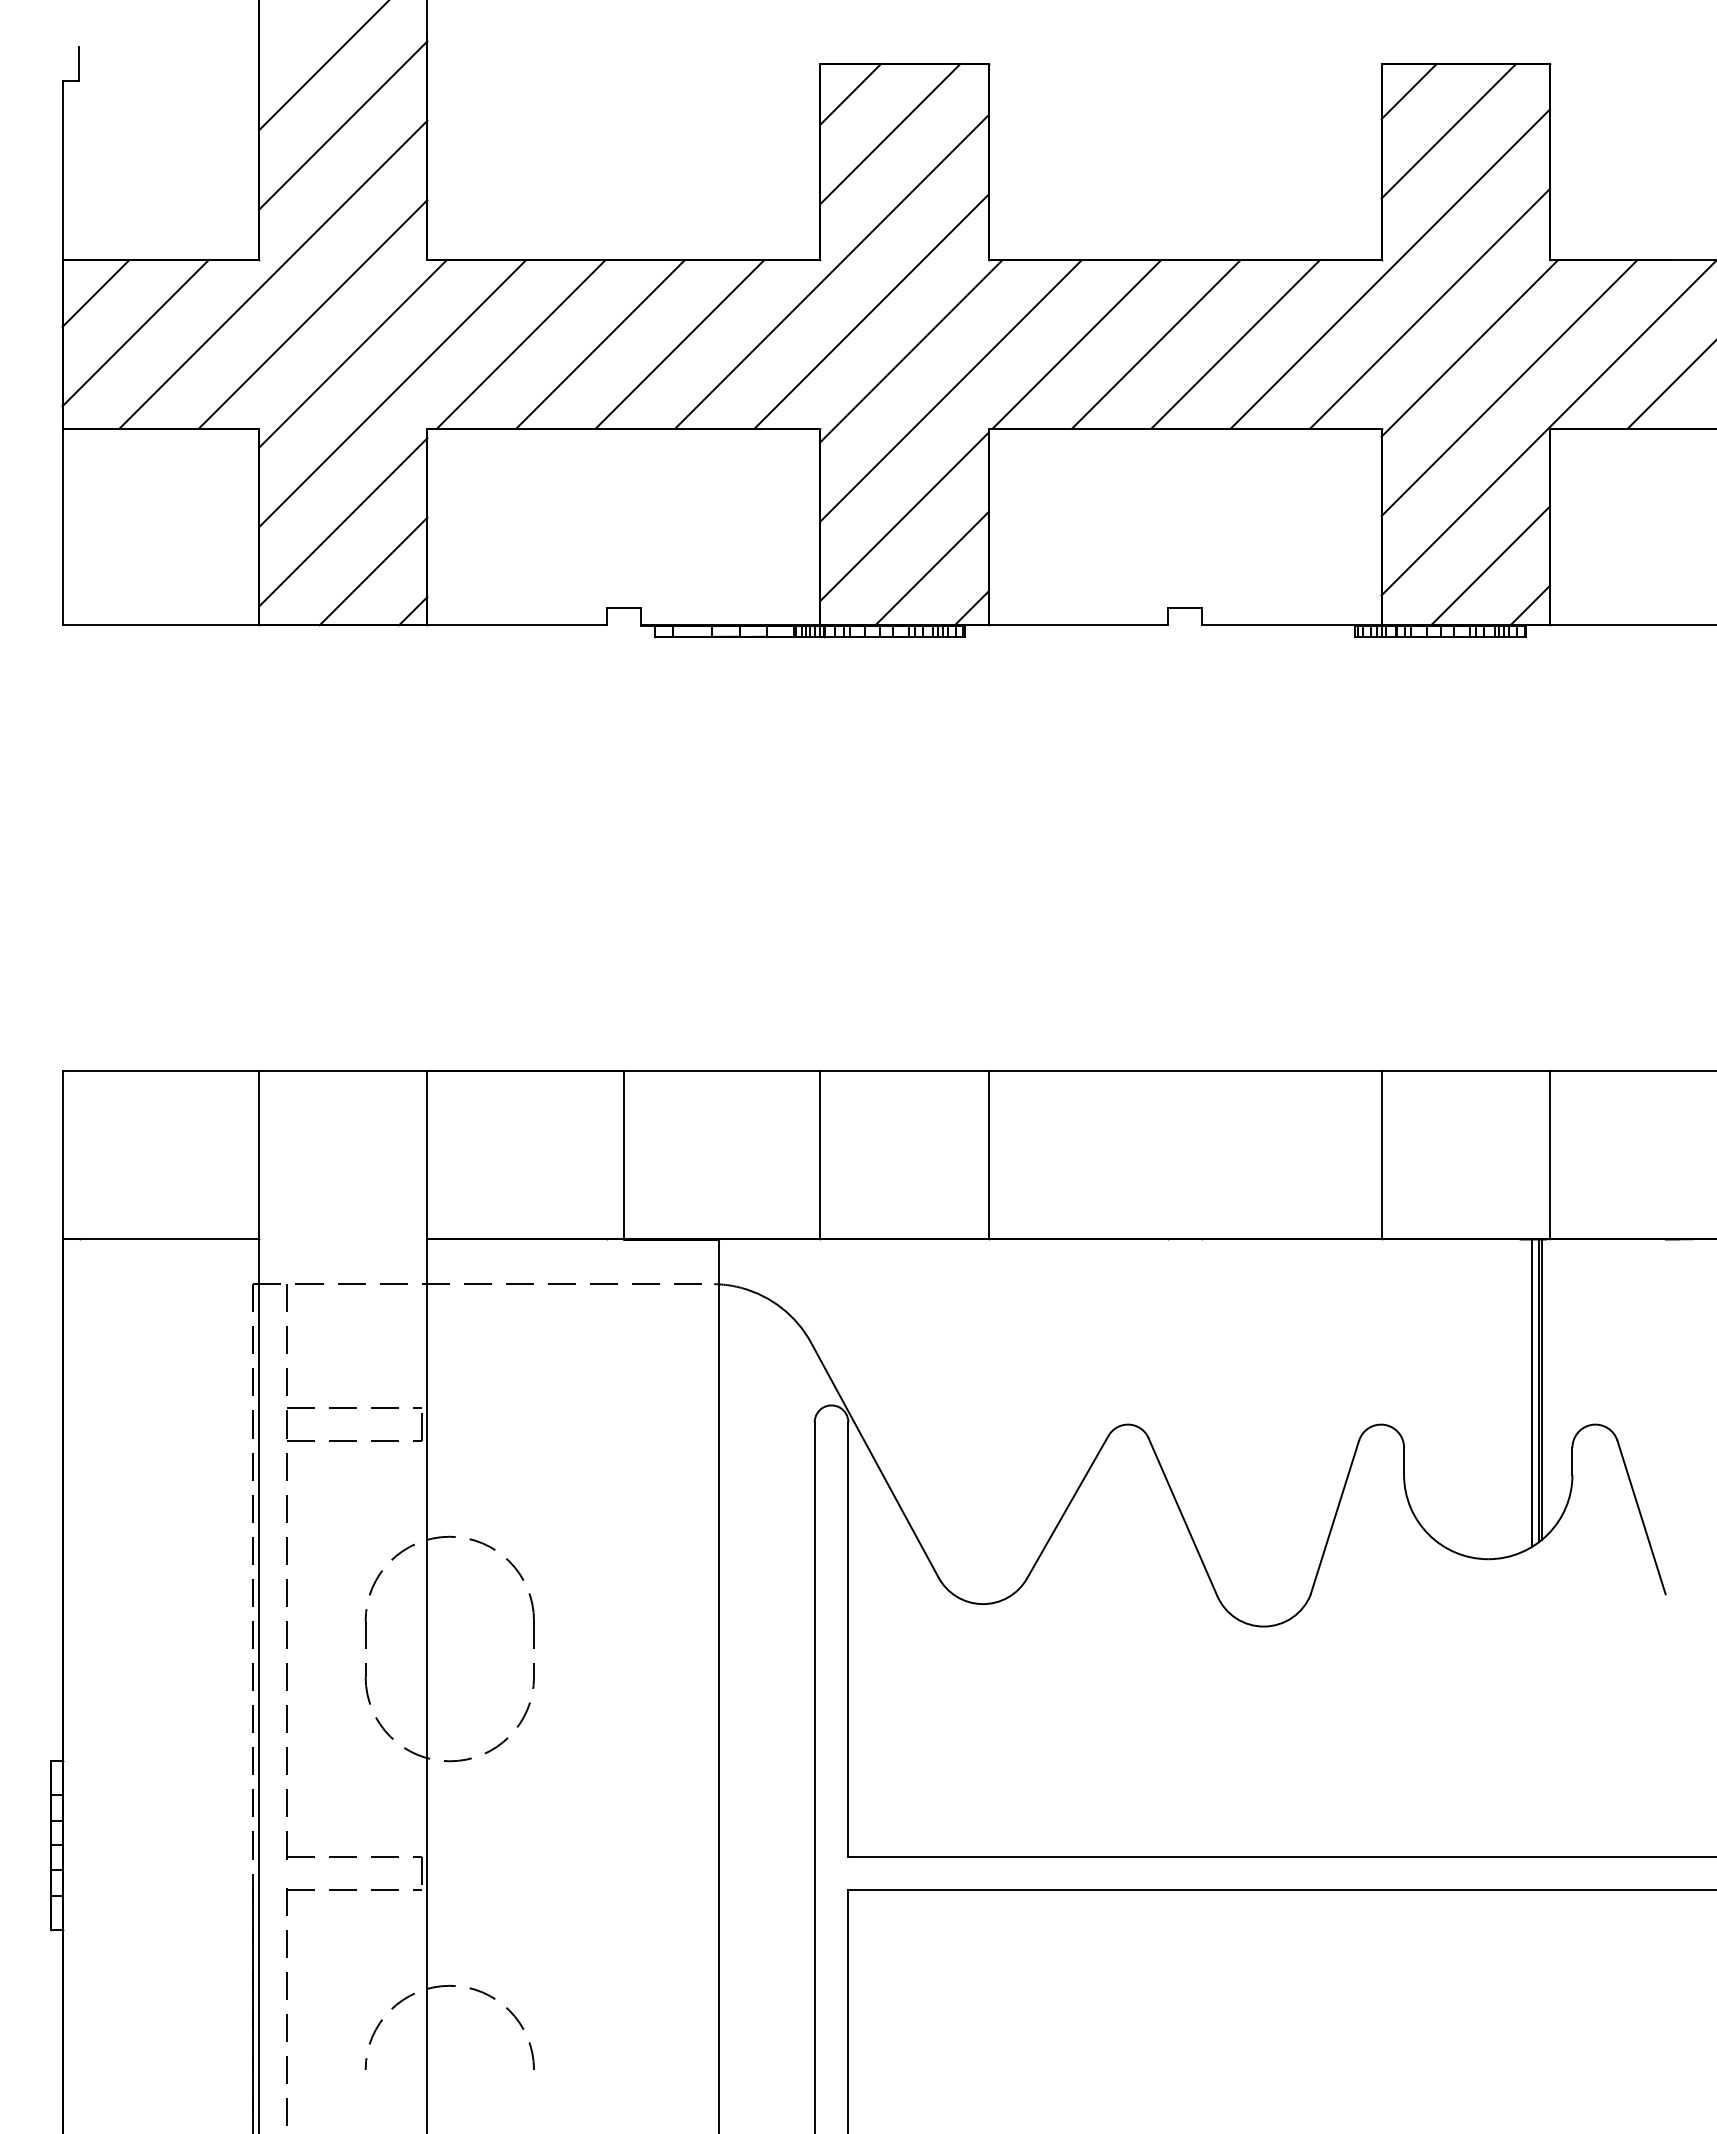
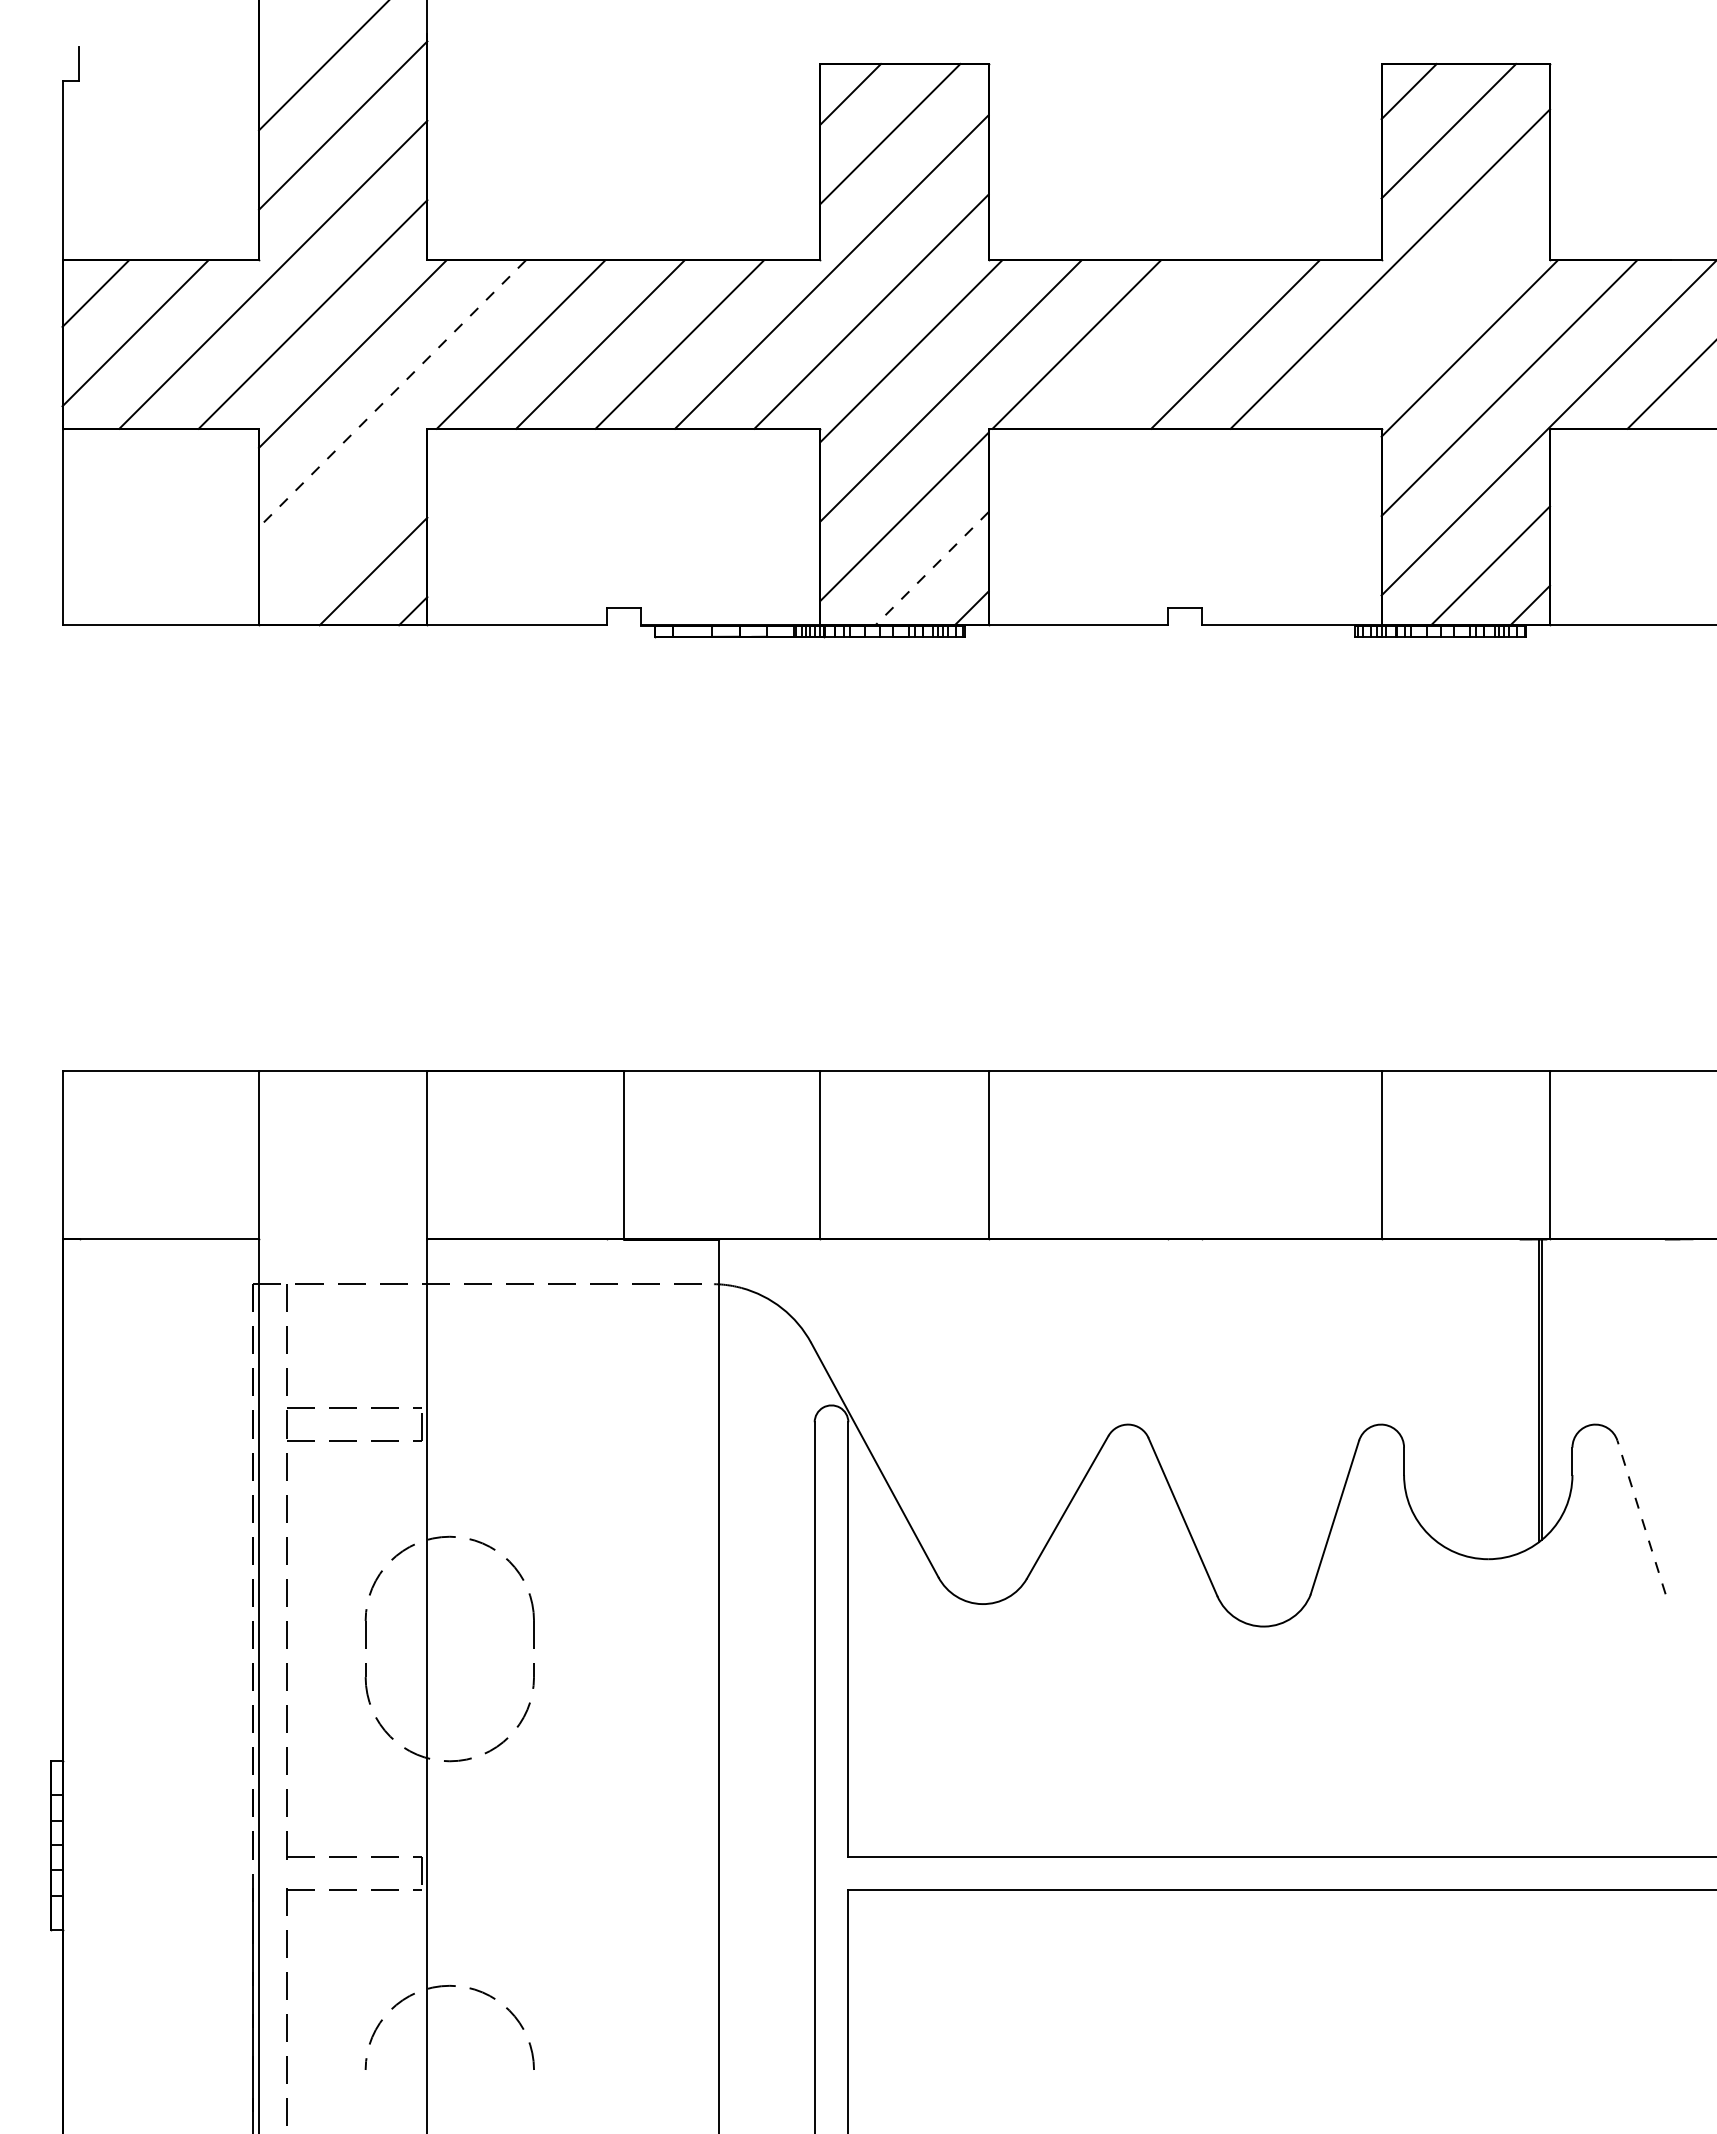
line at (1430, 308): present -> none
line at (1155, 344): present -> none
line at (392, 393): solid -> dashed
line at (343, 522): present -> none
line at (931, 569): solid -> dashed
line at (1531, 1392): present -> none
line at (1641, 1517): solid -> dashed
